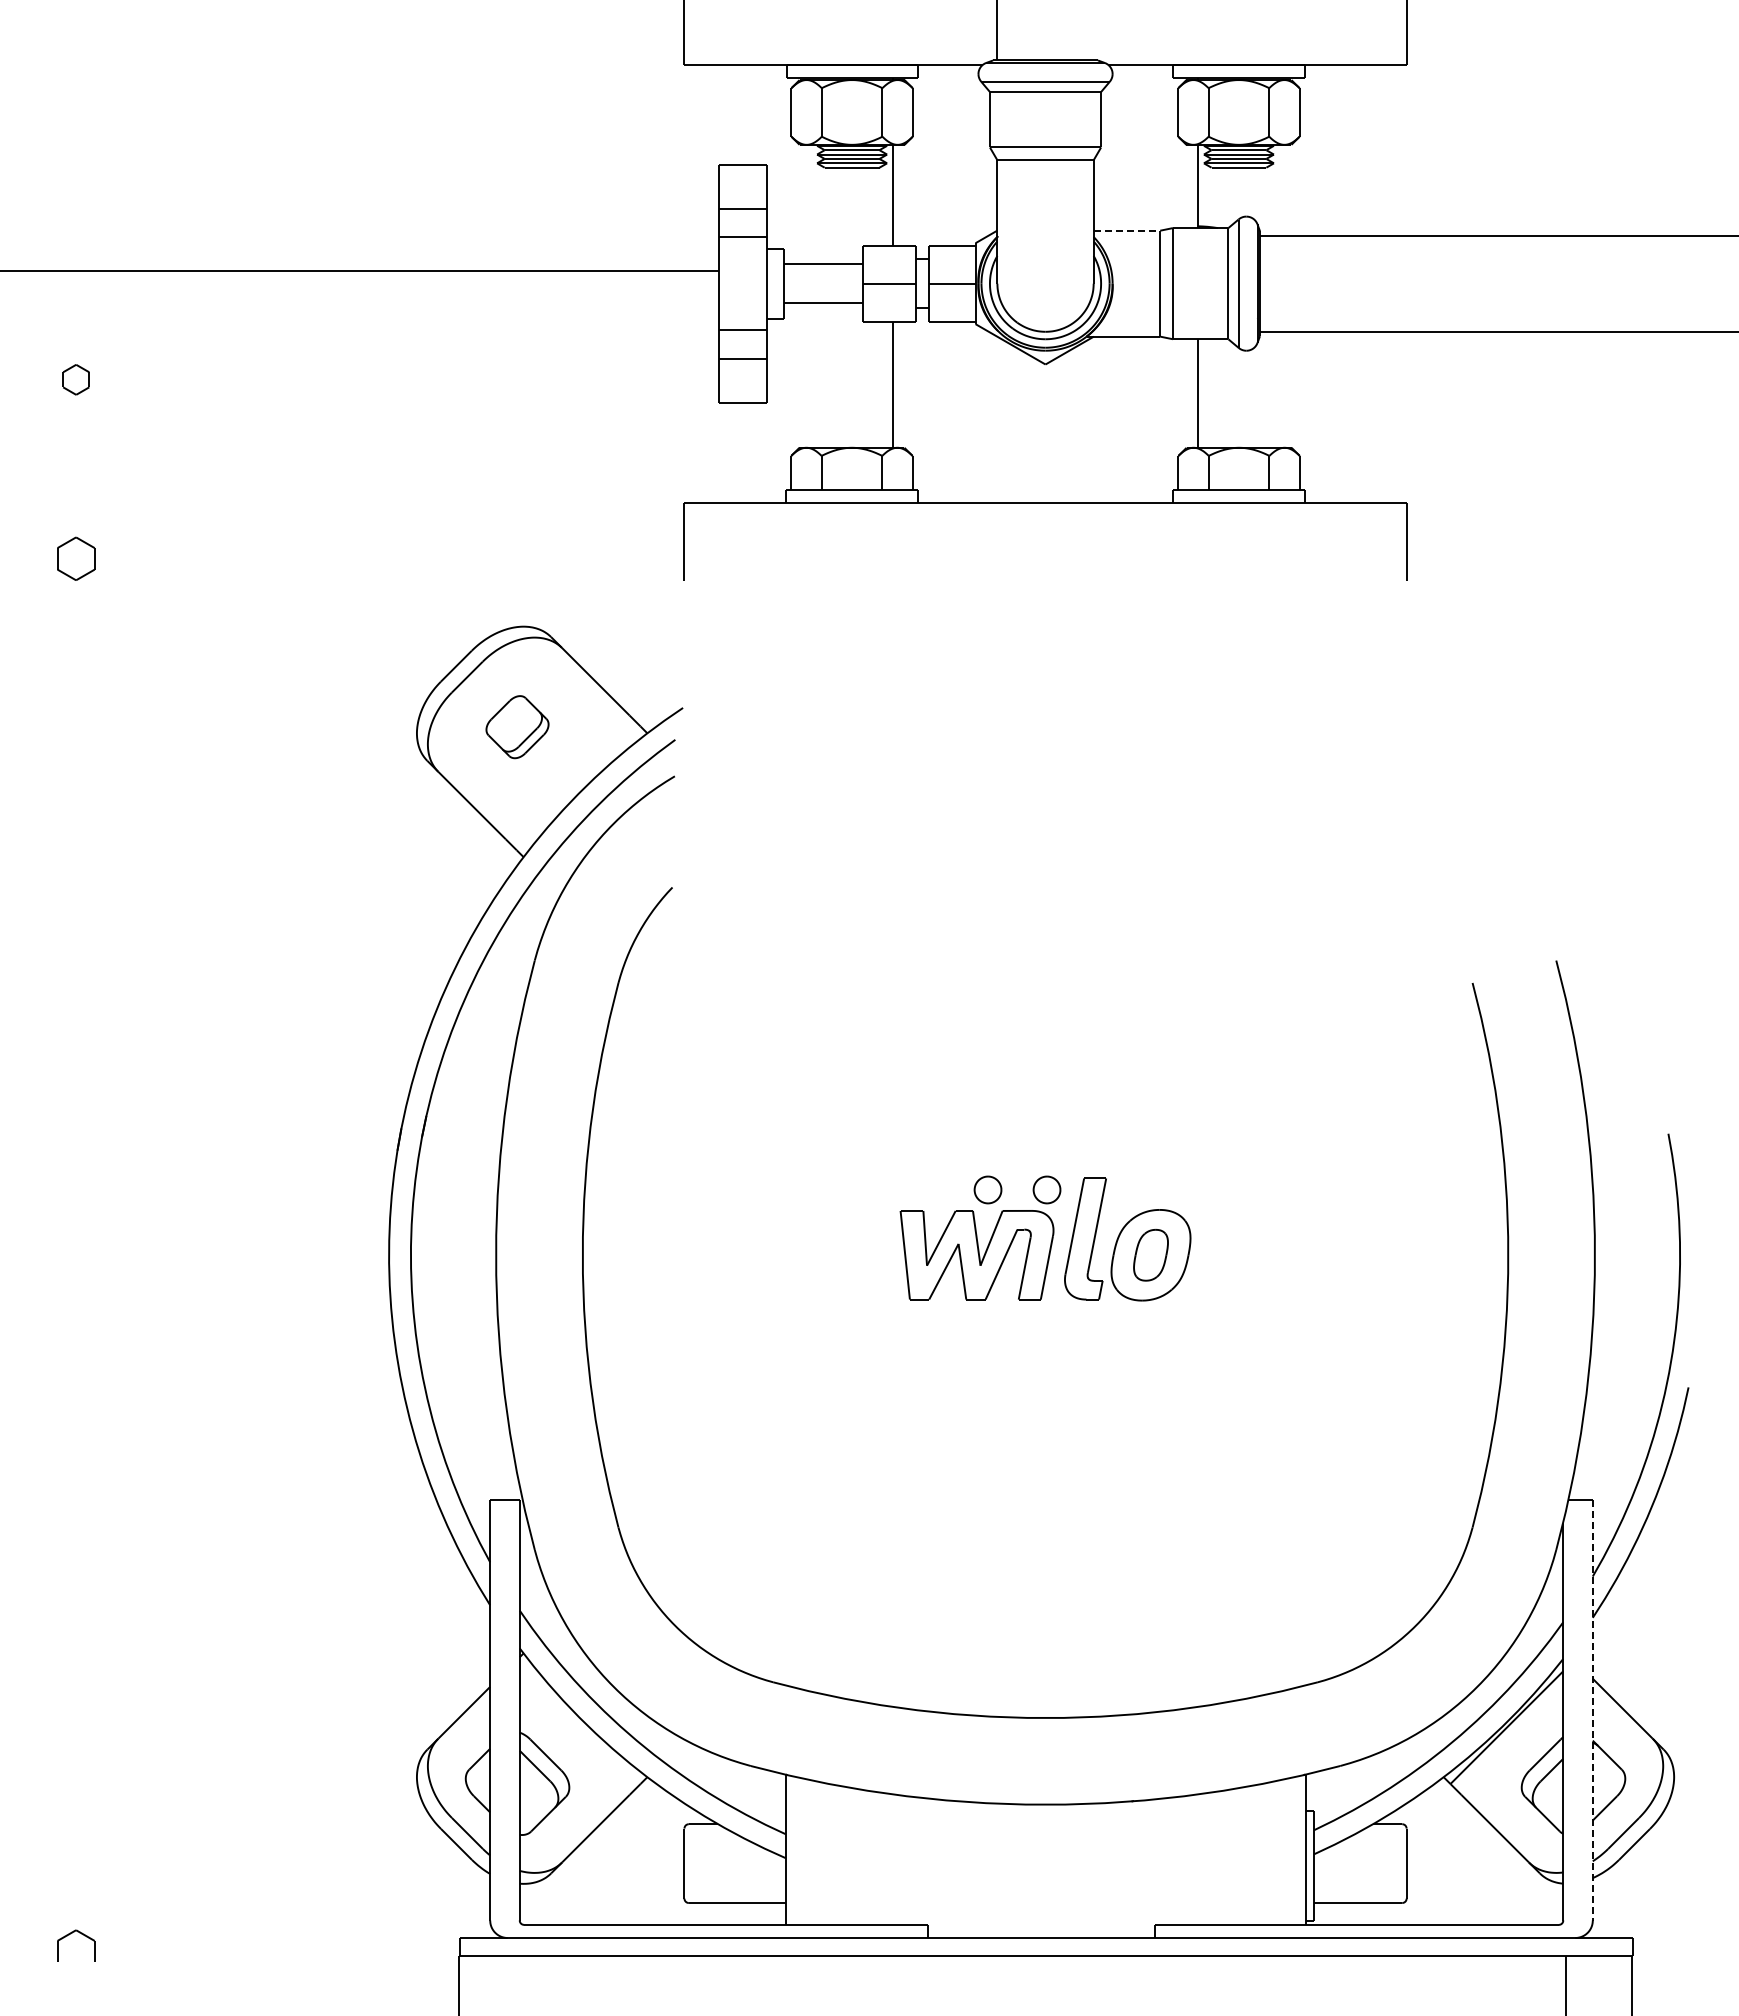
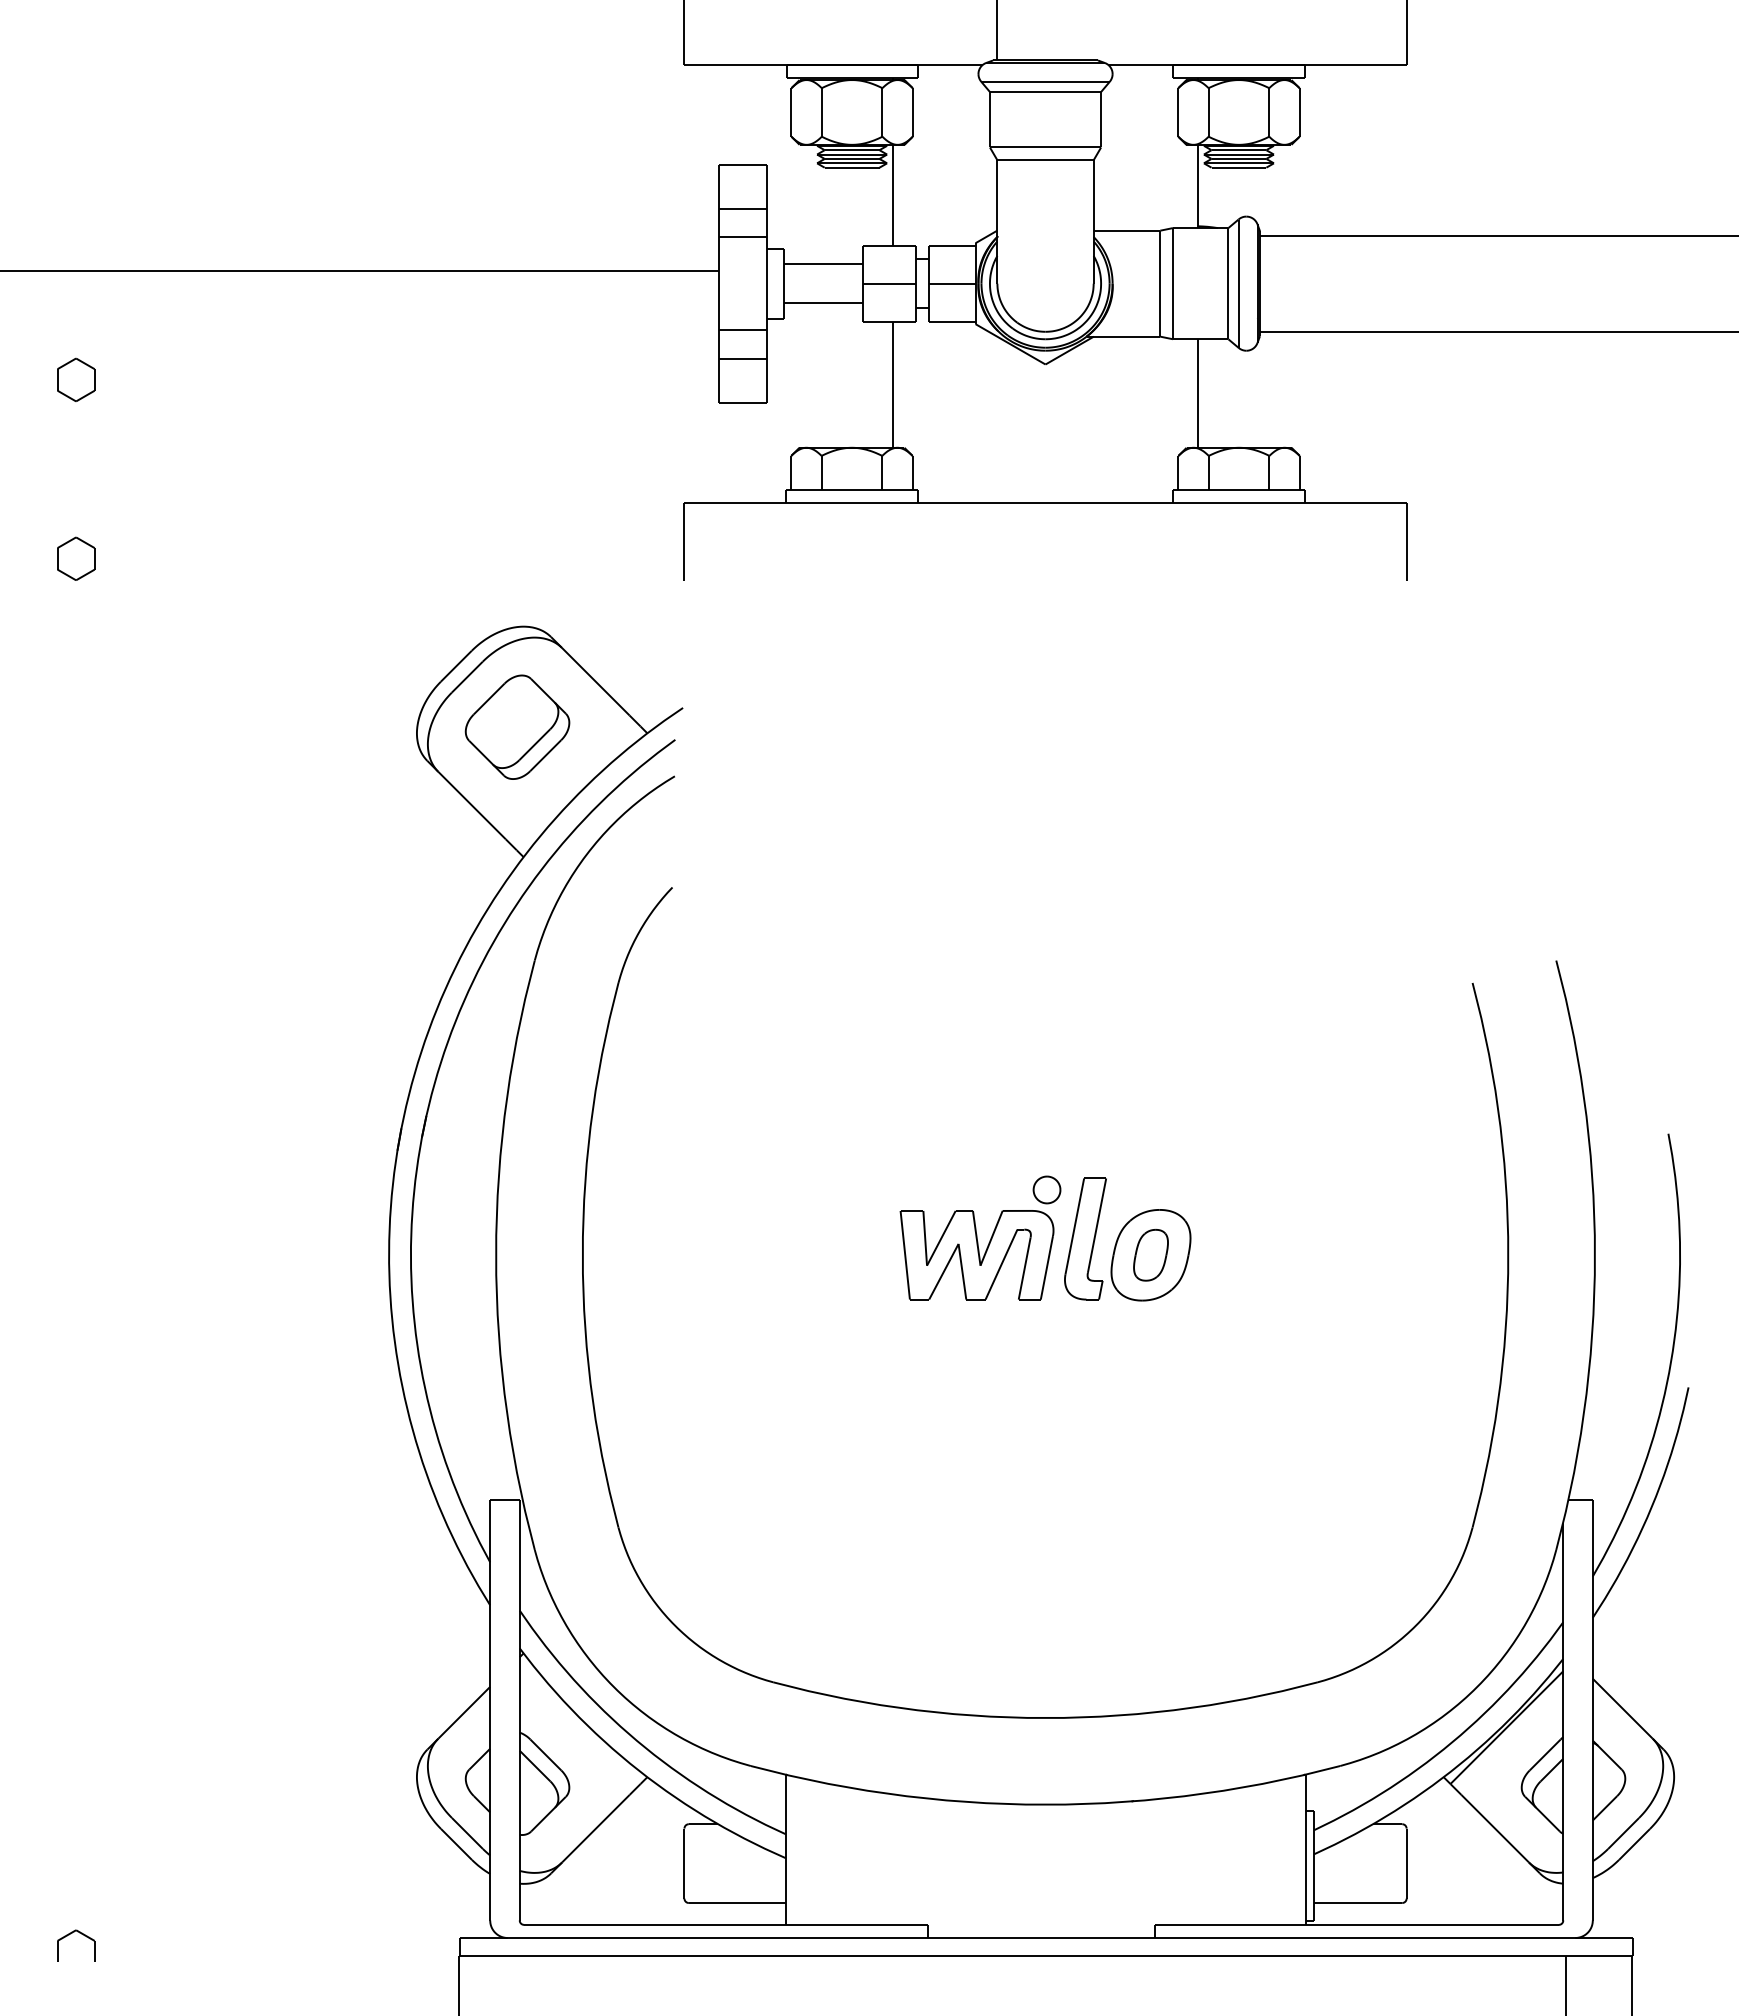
line at (1127, 230): dashed -> solid
part at (75, 379) size: 28x32 px -> 39x45 px
part at (517, 727) size: 65x65 px -> 107x106 px
part at (987, 1189): present -> none
line at (1592, 1710): dashed -> solid
